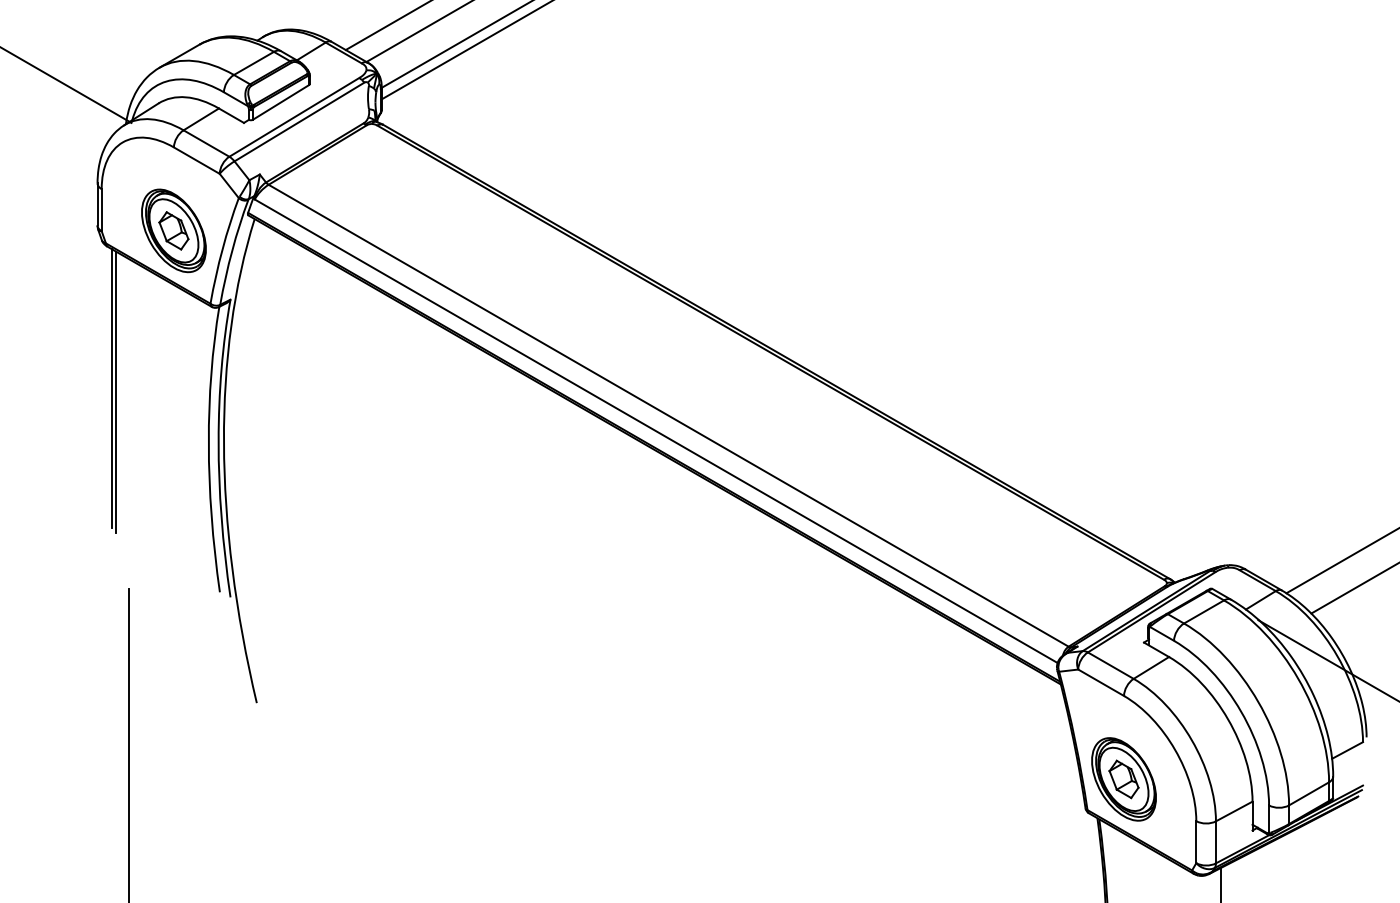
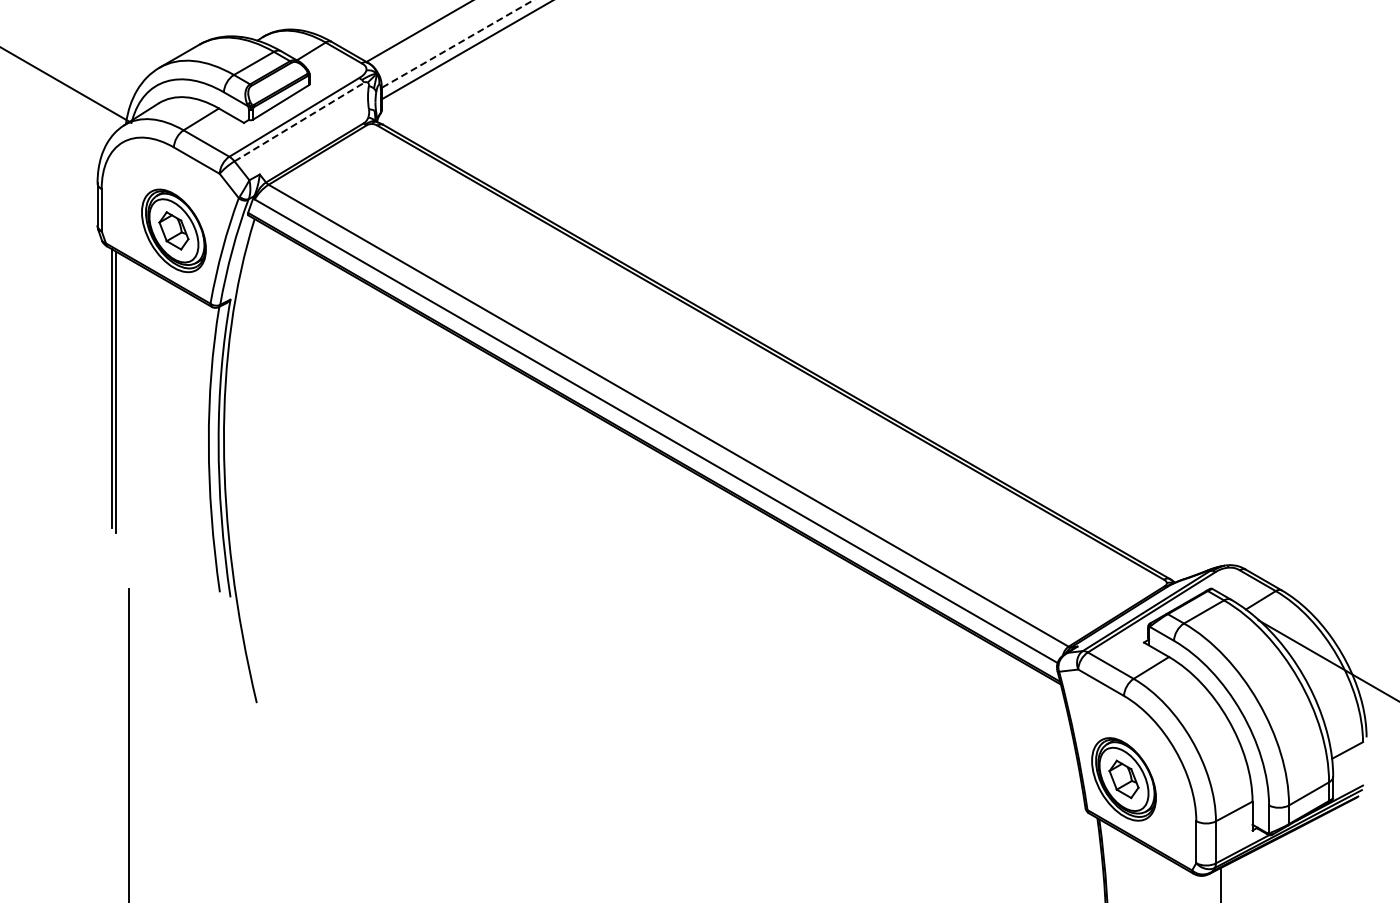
line at (386, 26): present -> none
line at (457, 44): solid -> dashed
line at (299, 122): solid -> dashed
line at (1341, 561): present -> none
line at (1353, 588): present -> none
